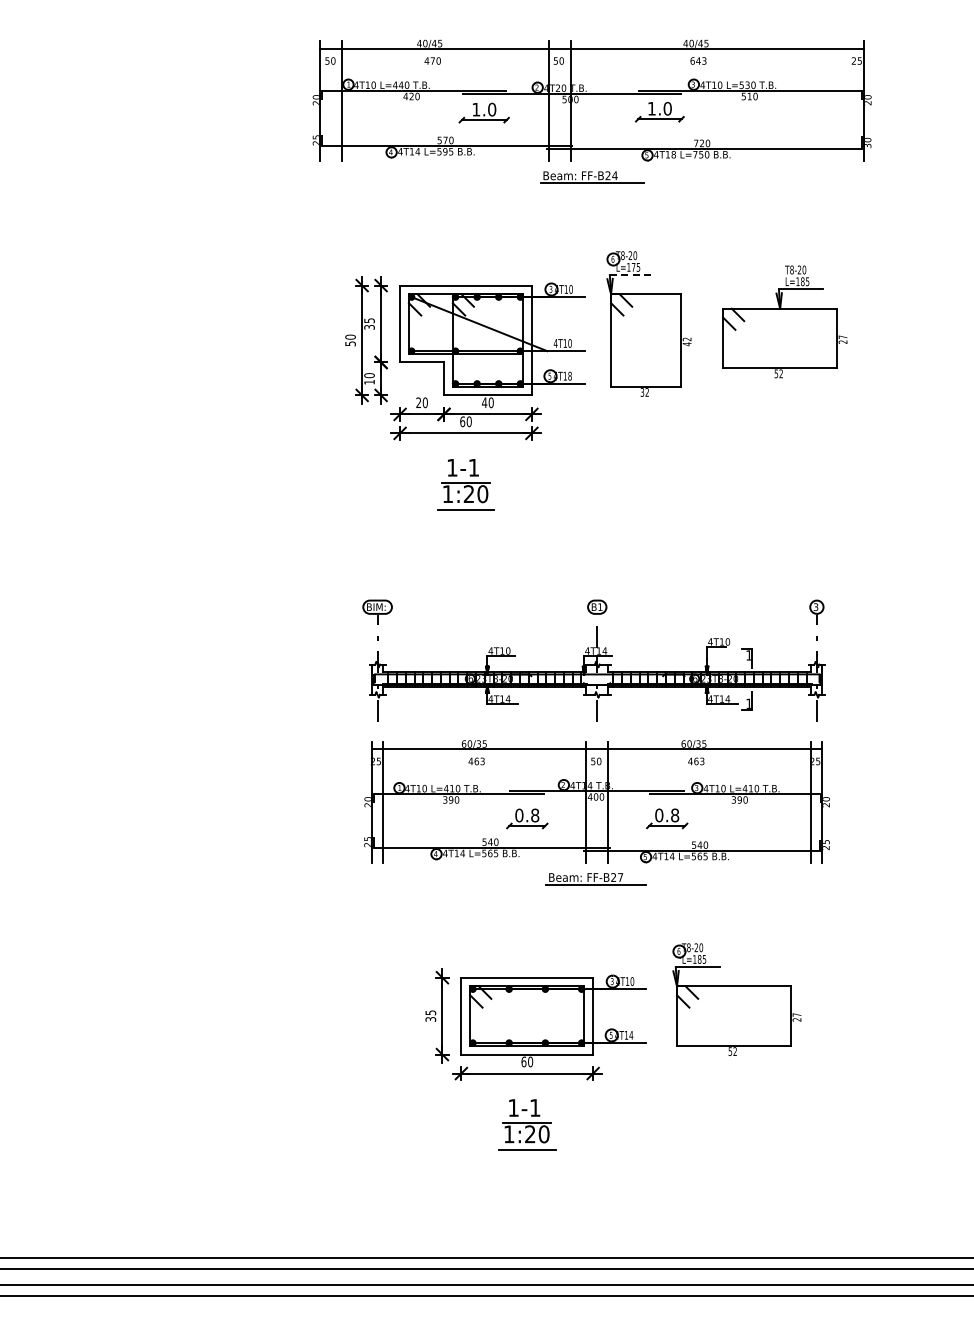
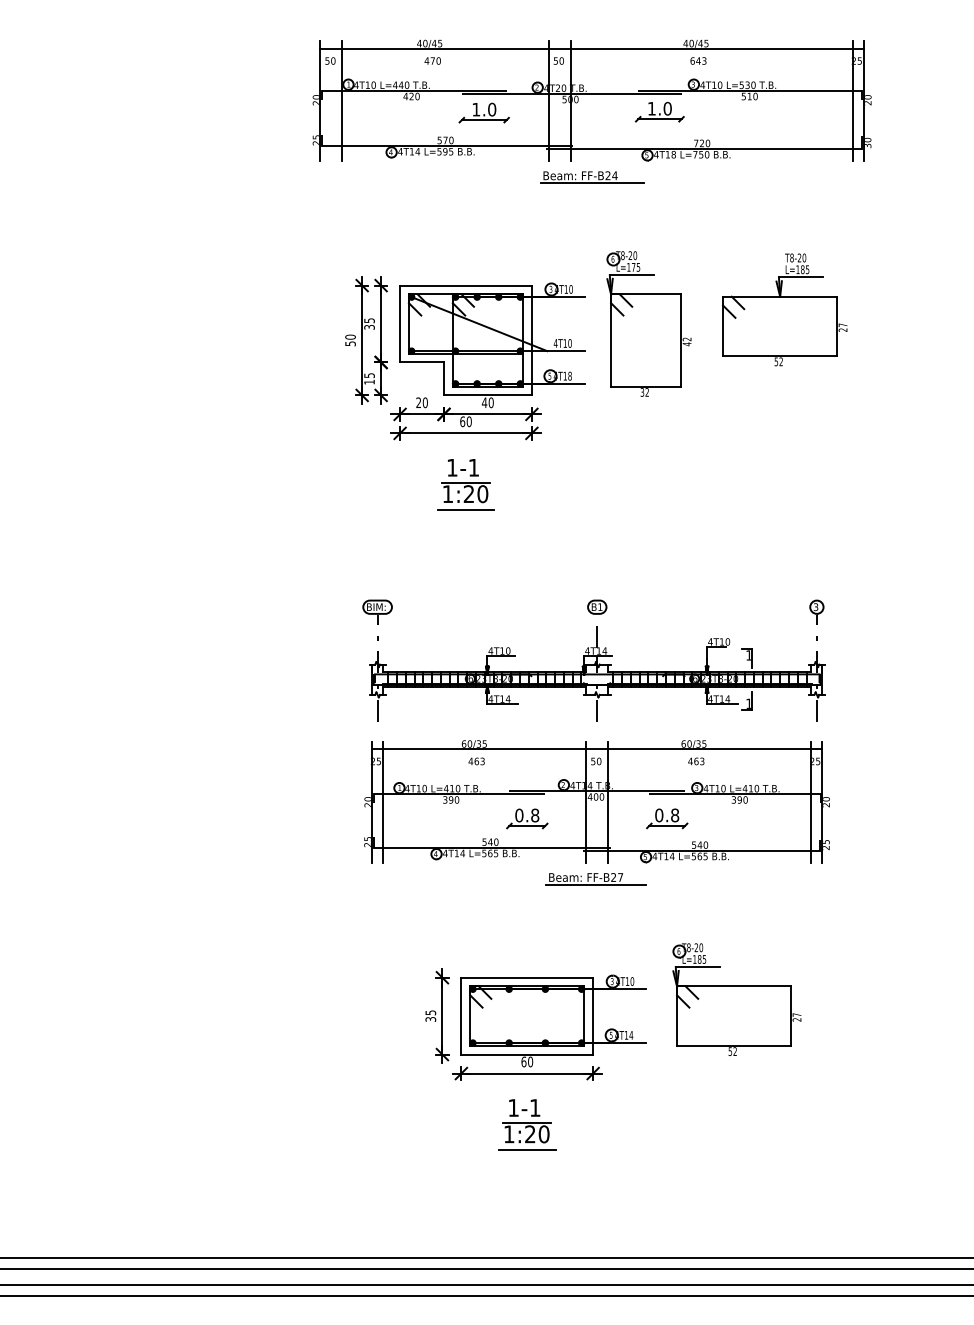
line at (853, 101): none -> present
line at (632, 275): dashed -> solid
part at (784, 321) position: (784, 321) -> (784, 309)
text at (369, 375): 10 -> 15
